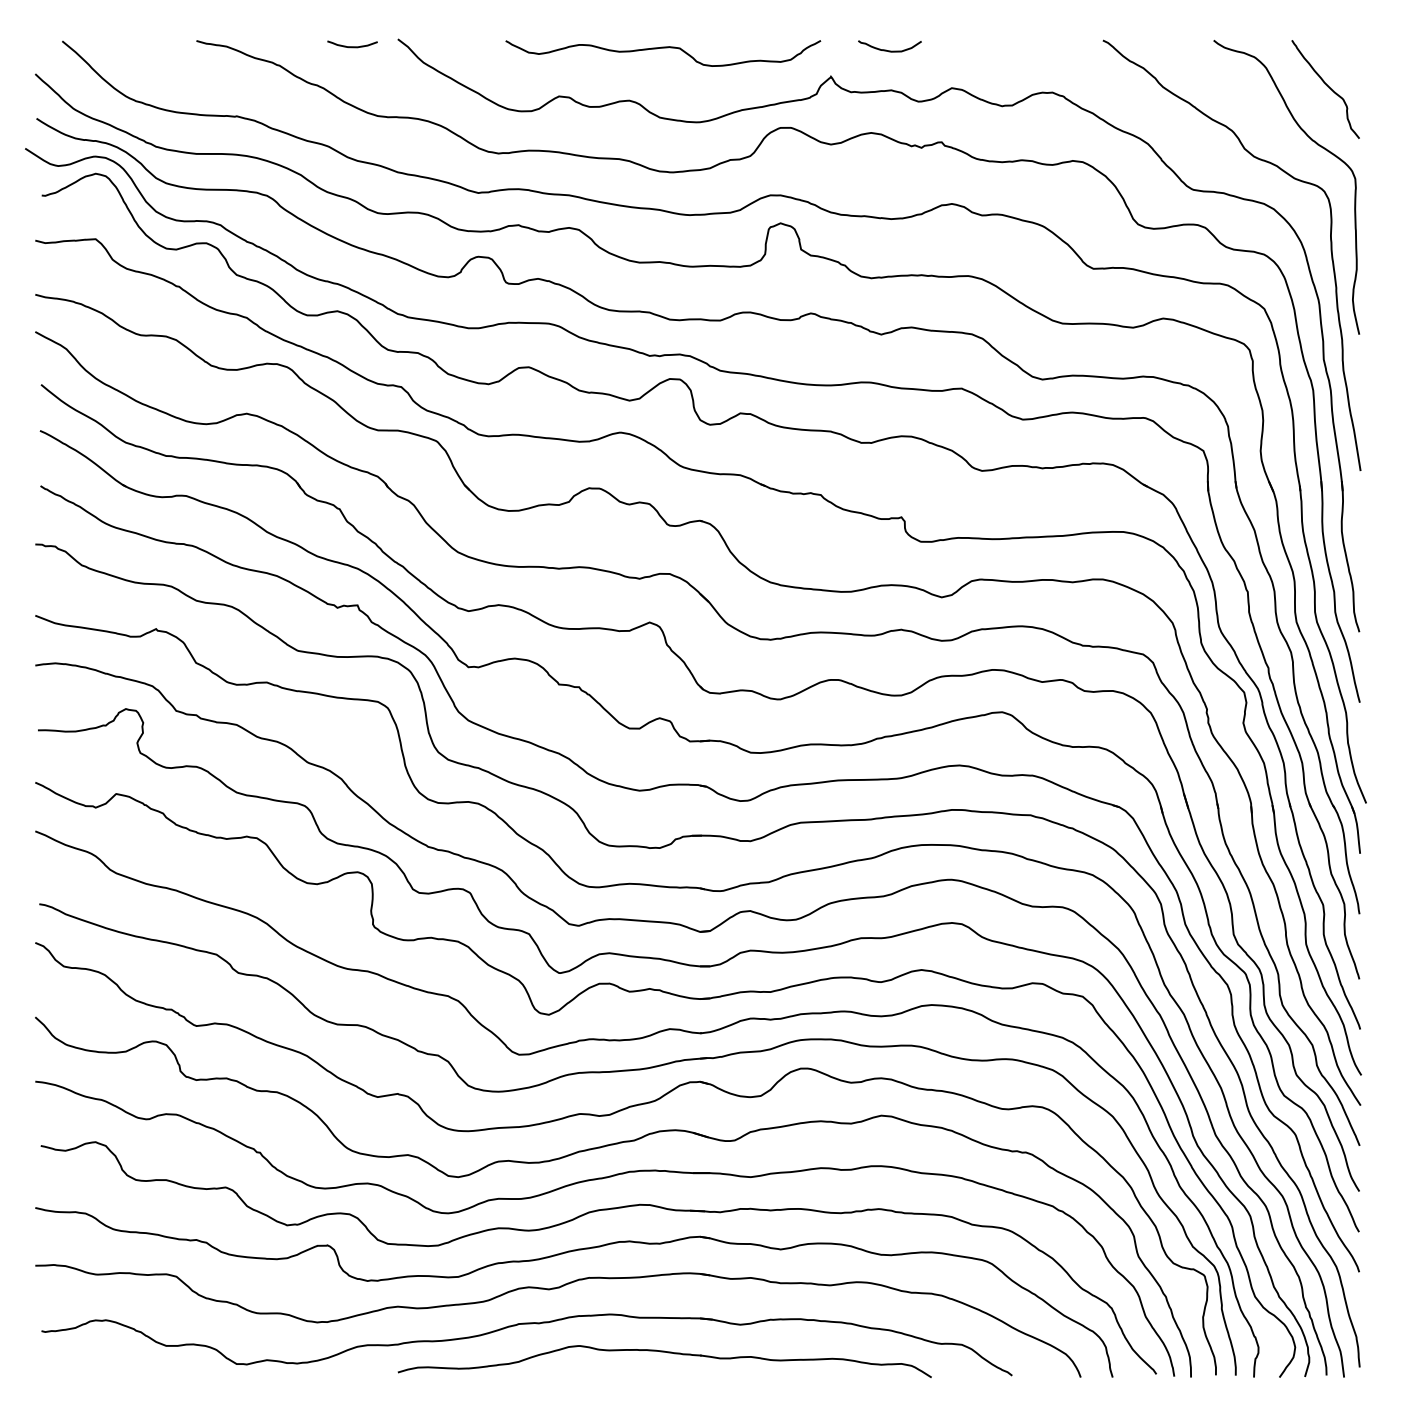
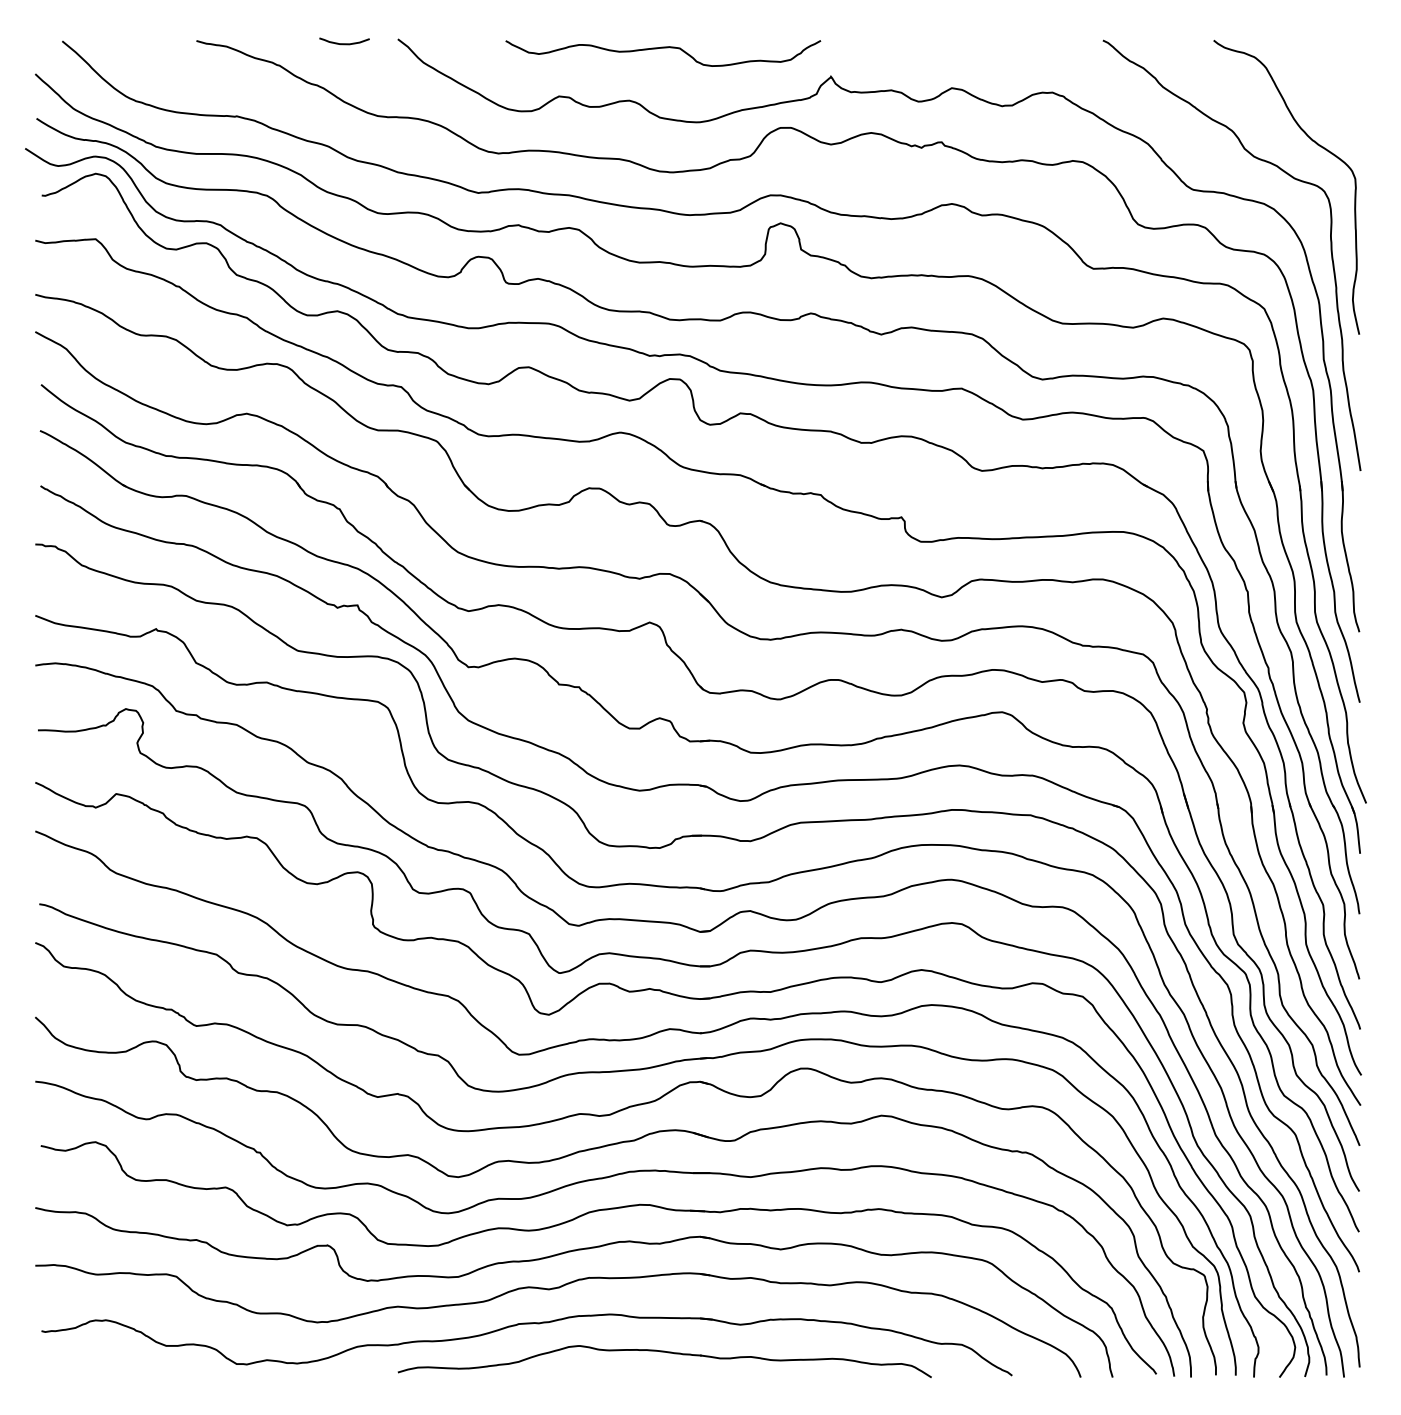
curve at (352, 46) position: (352, 46) -> (344, 43)
curve at (889, 50): present -> none
curve at (1327, 86): present -> none
